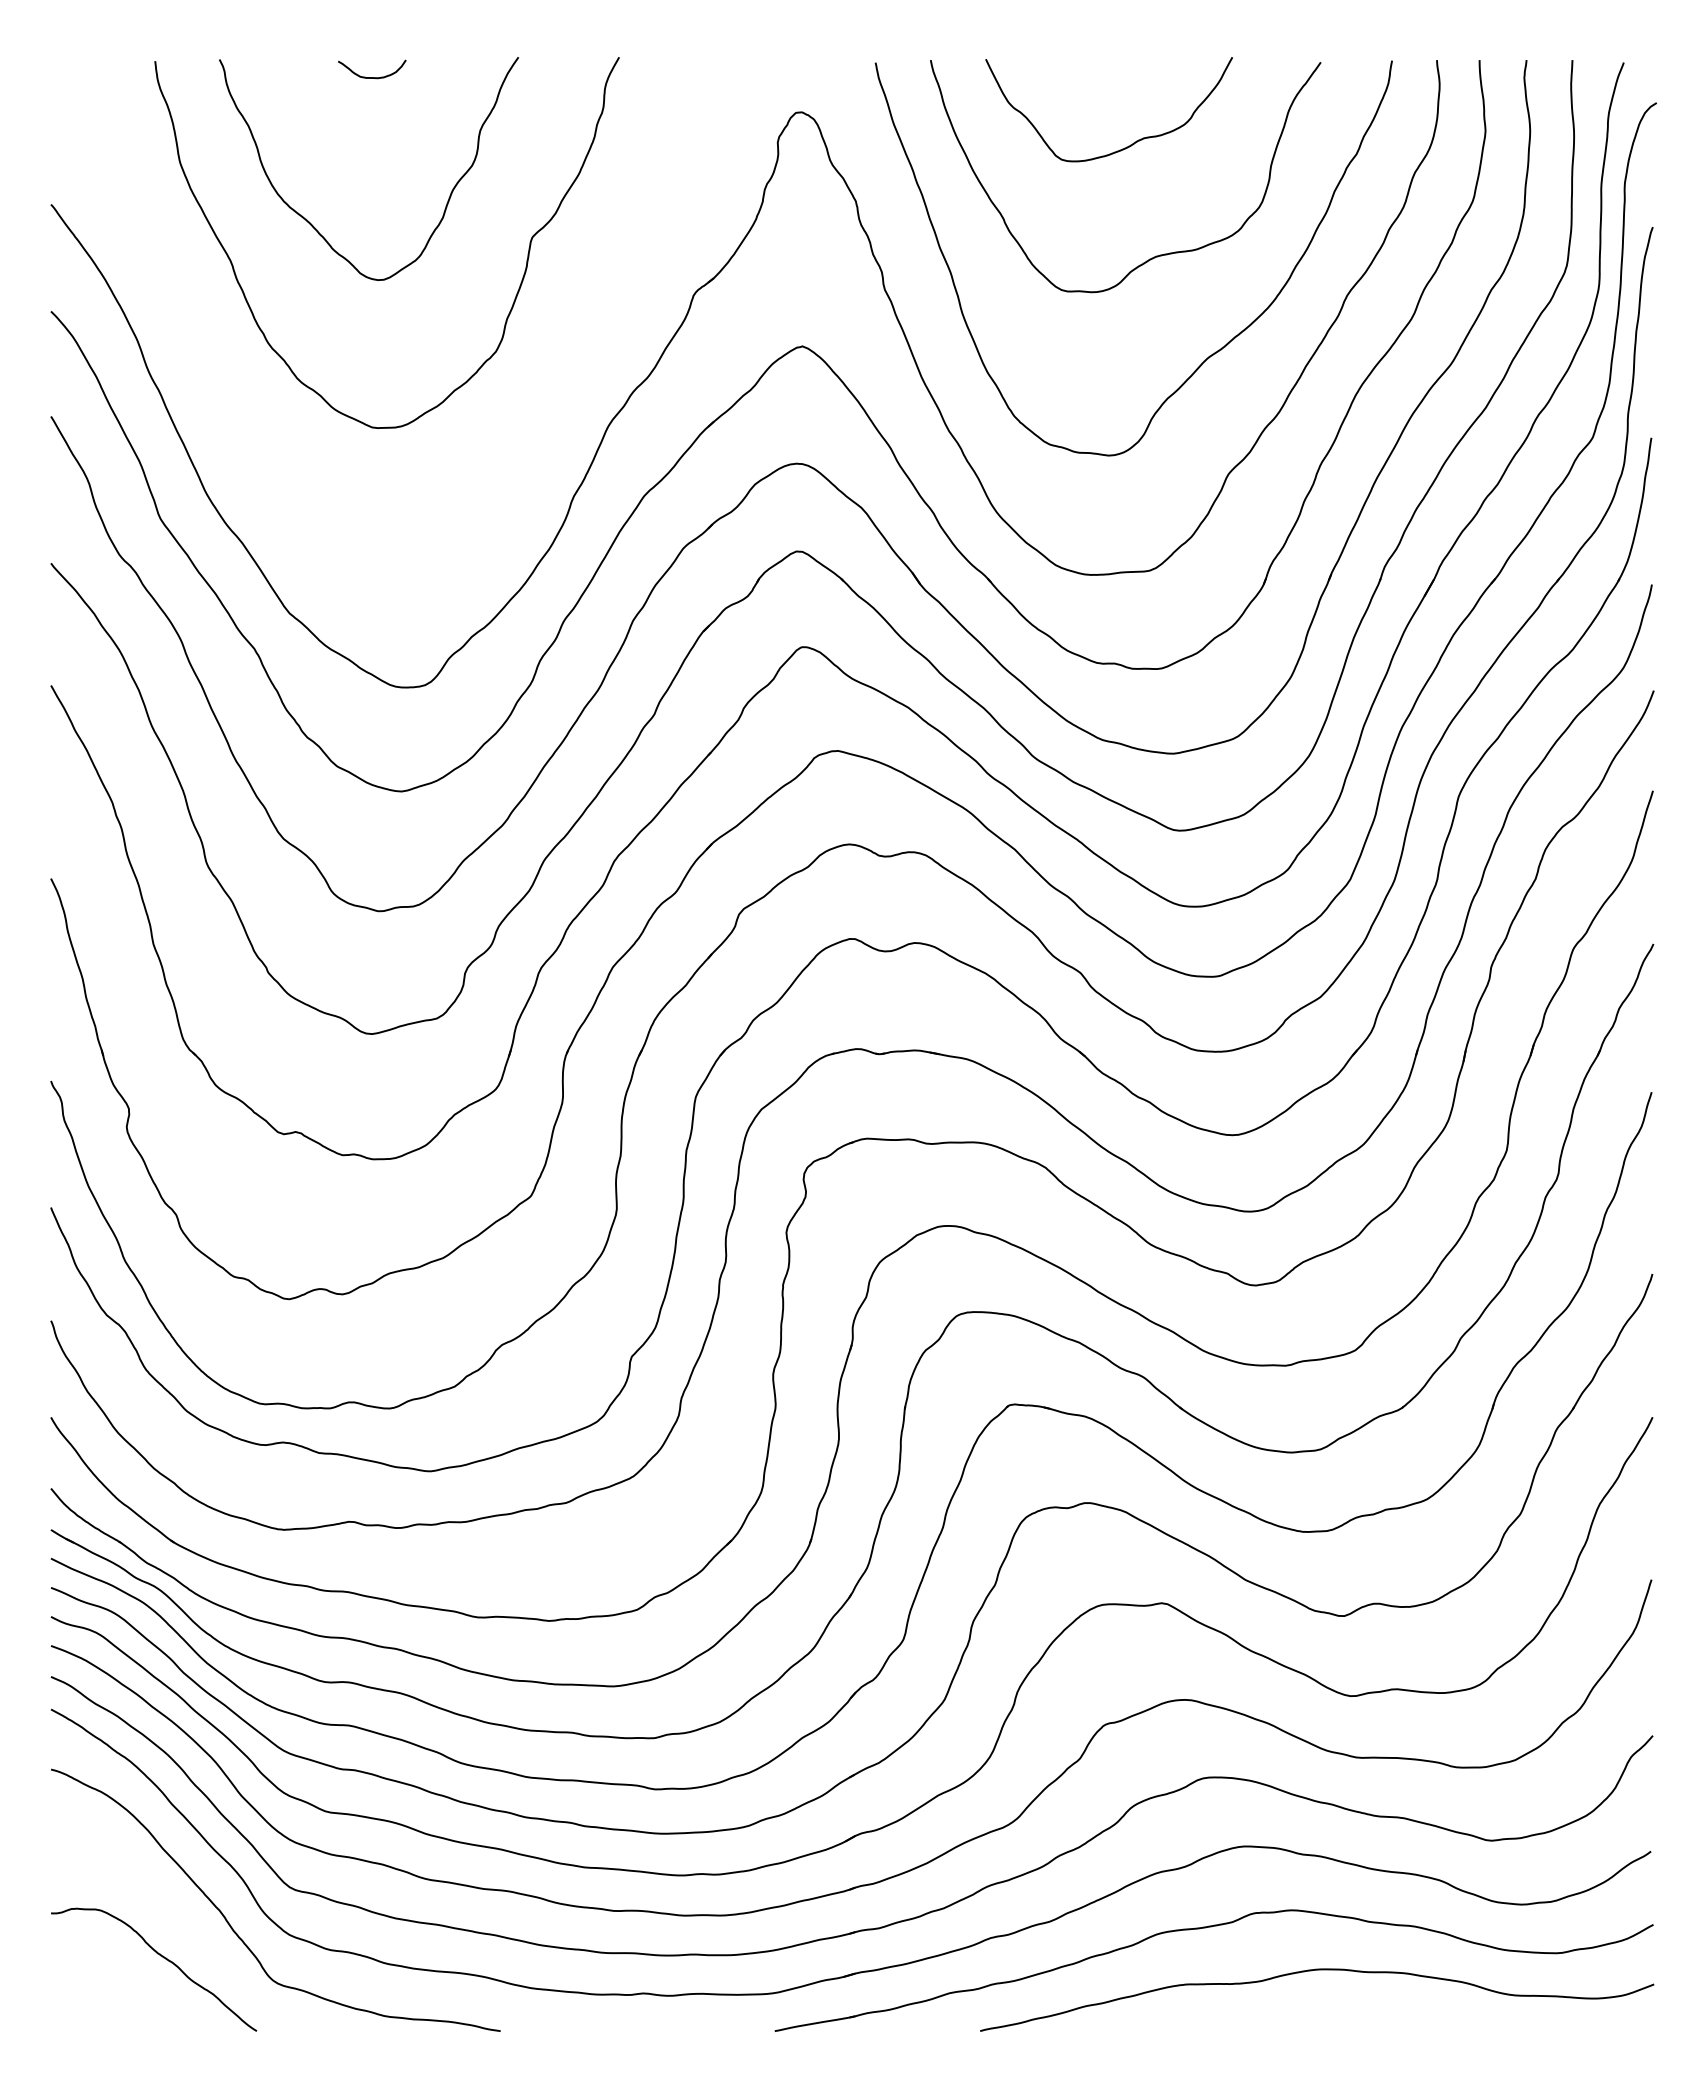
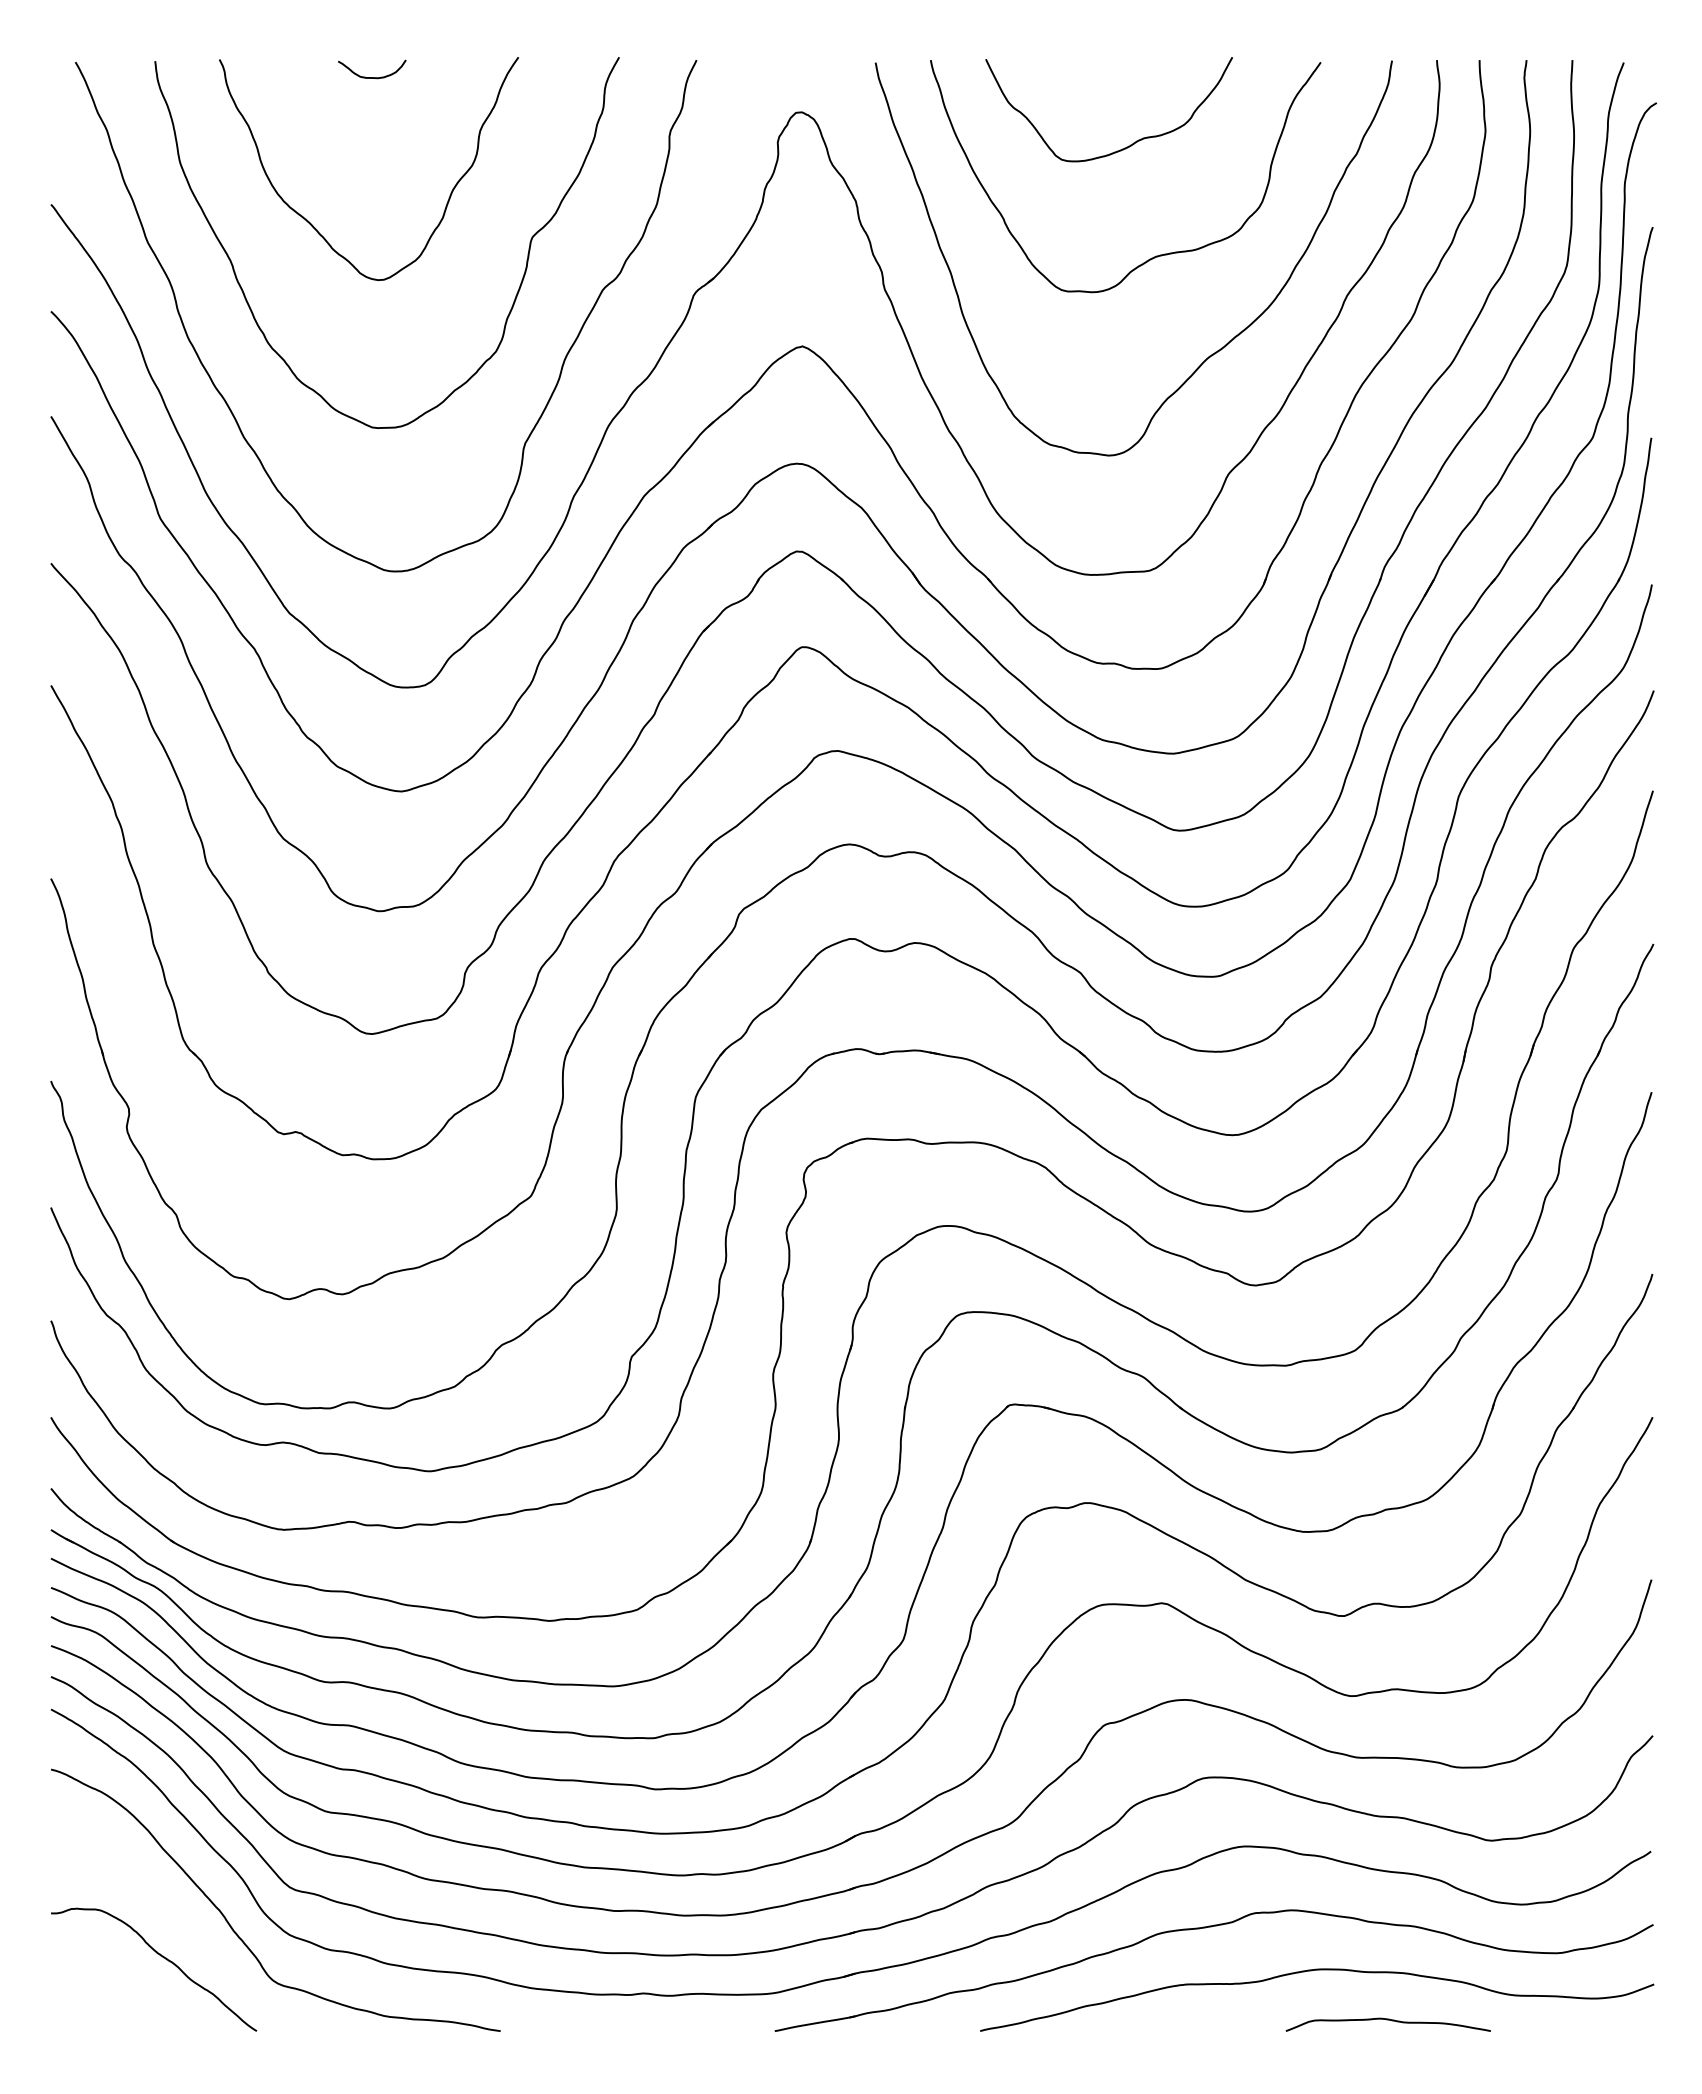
curve at (231, 409): none -> present
curve at (1387, 2020): none -> present
